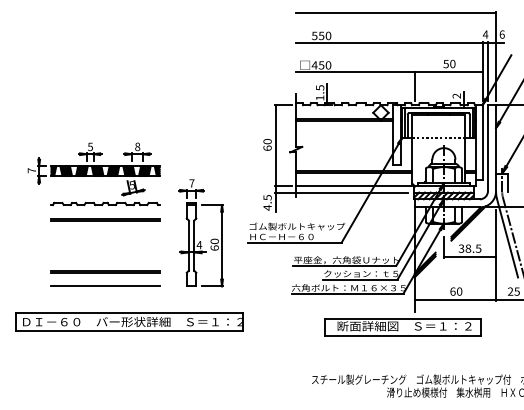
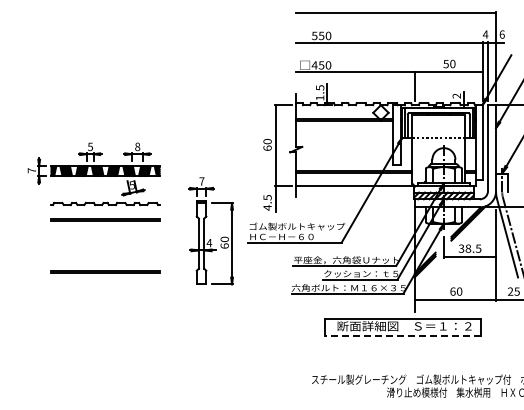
line at (341, 192): present -> none
part at (200, 233) position: (200, 233) -> (210, 231)
line at (105, 286): present -> none
part at (129, 321): present -> none
line at (402, 336): solid -> dashed
